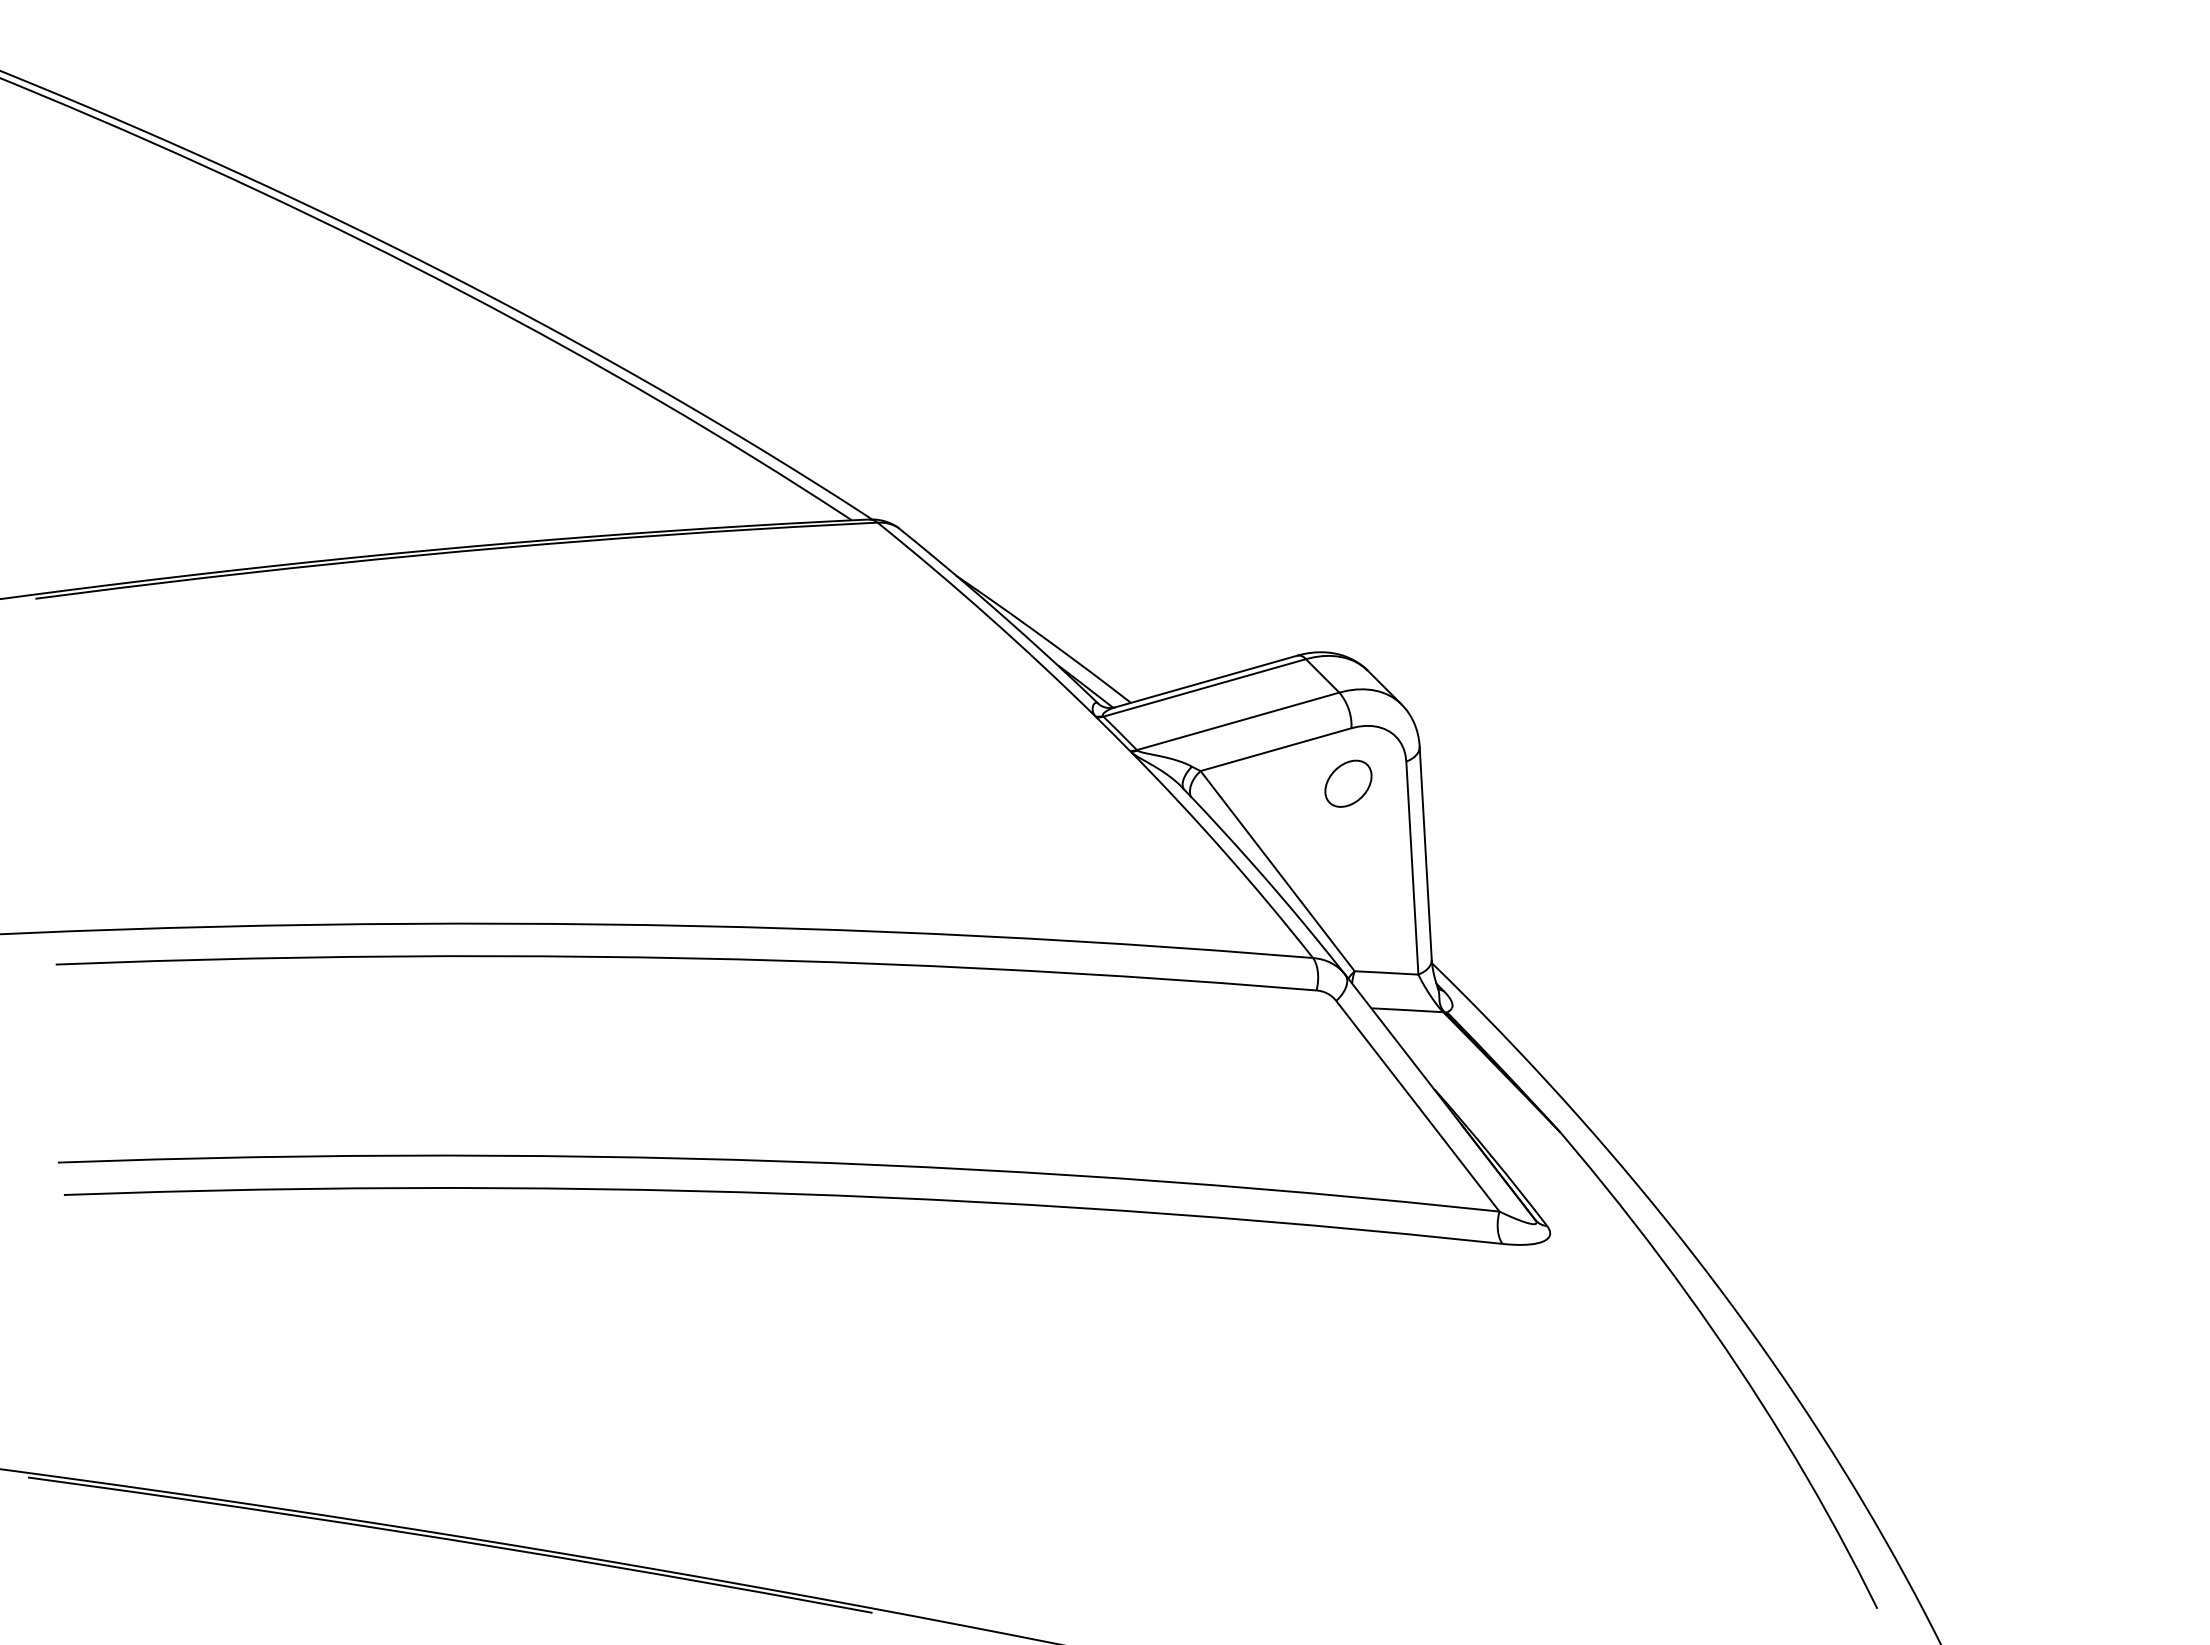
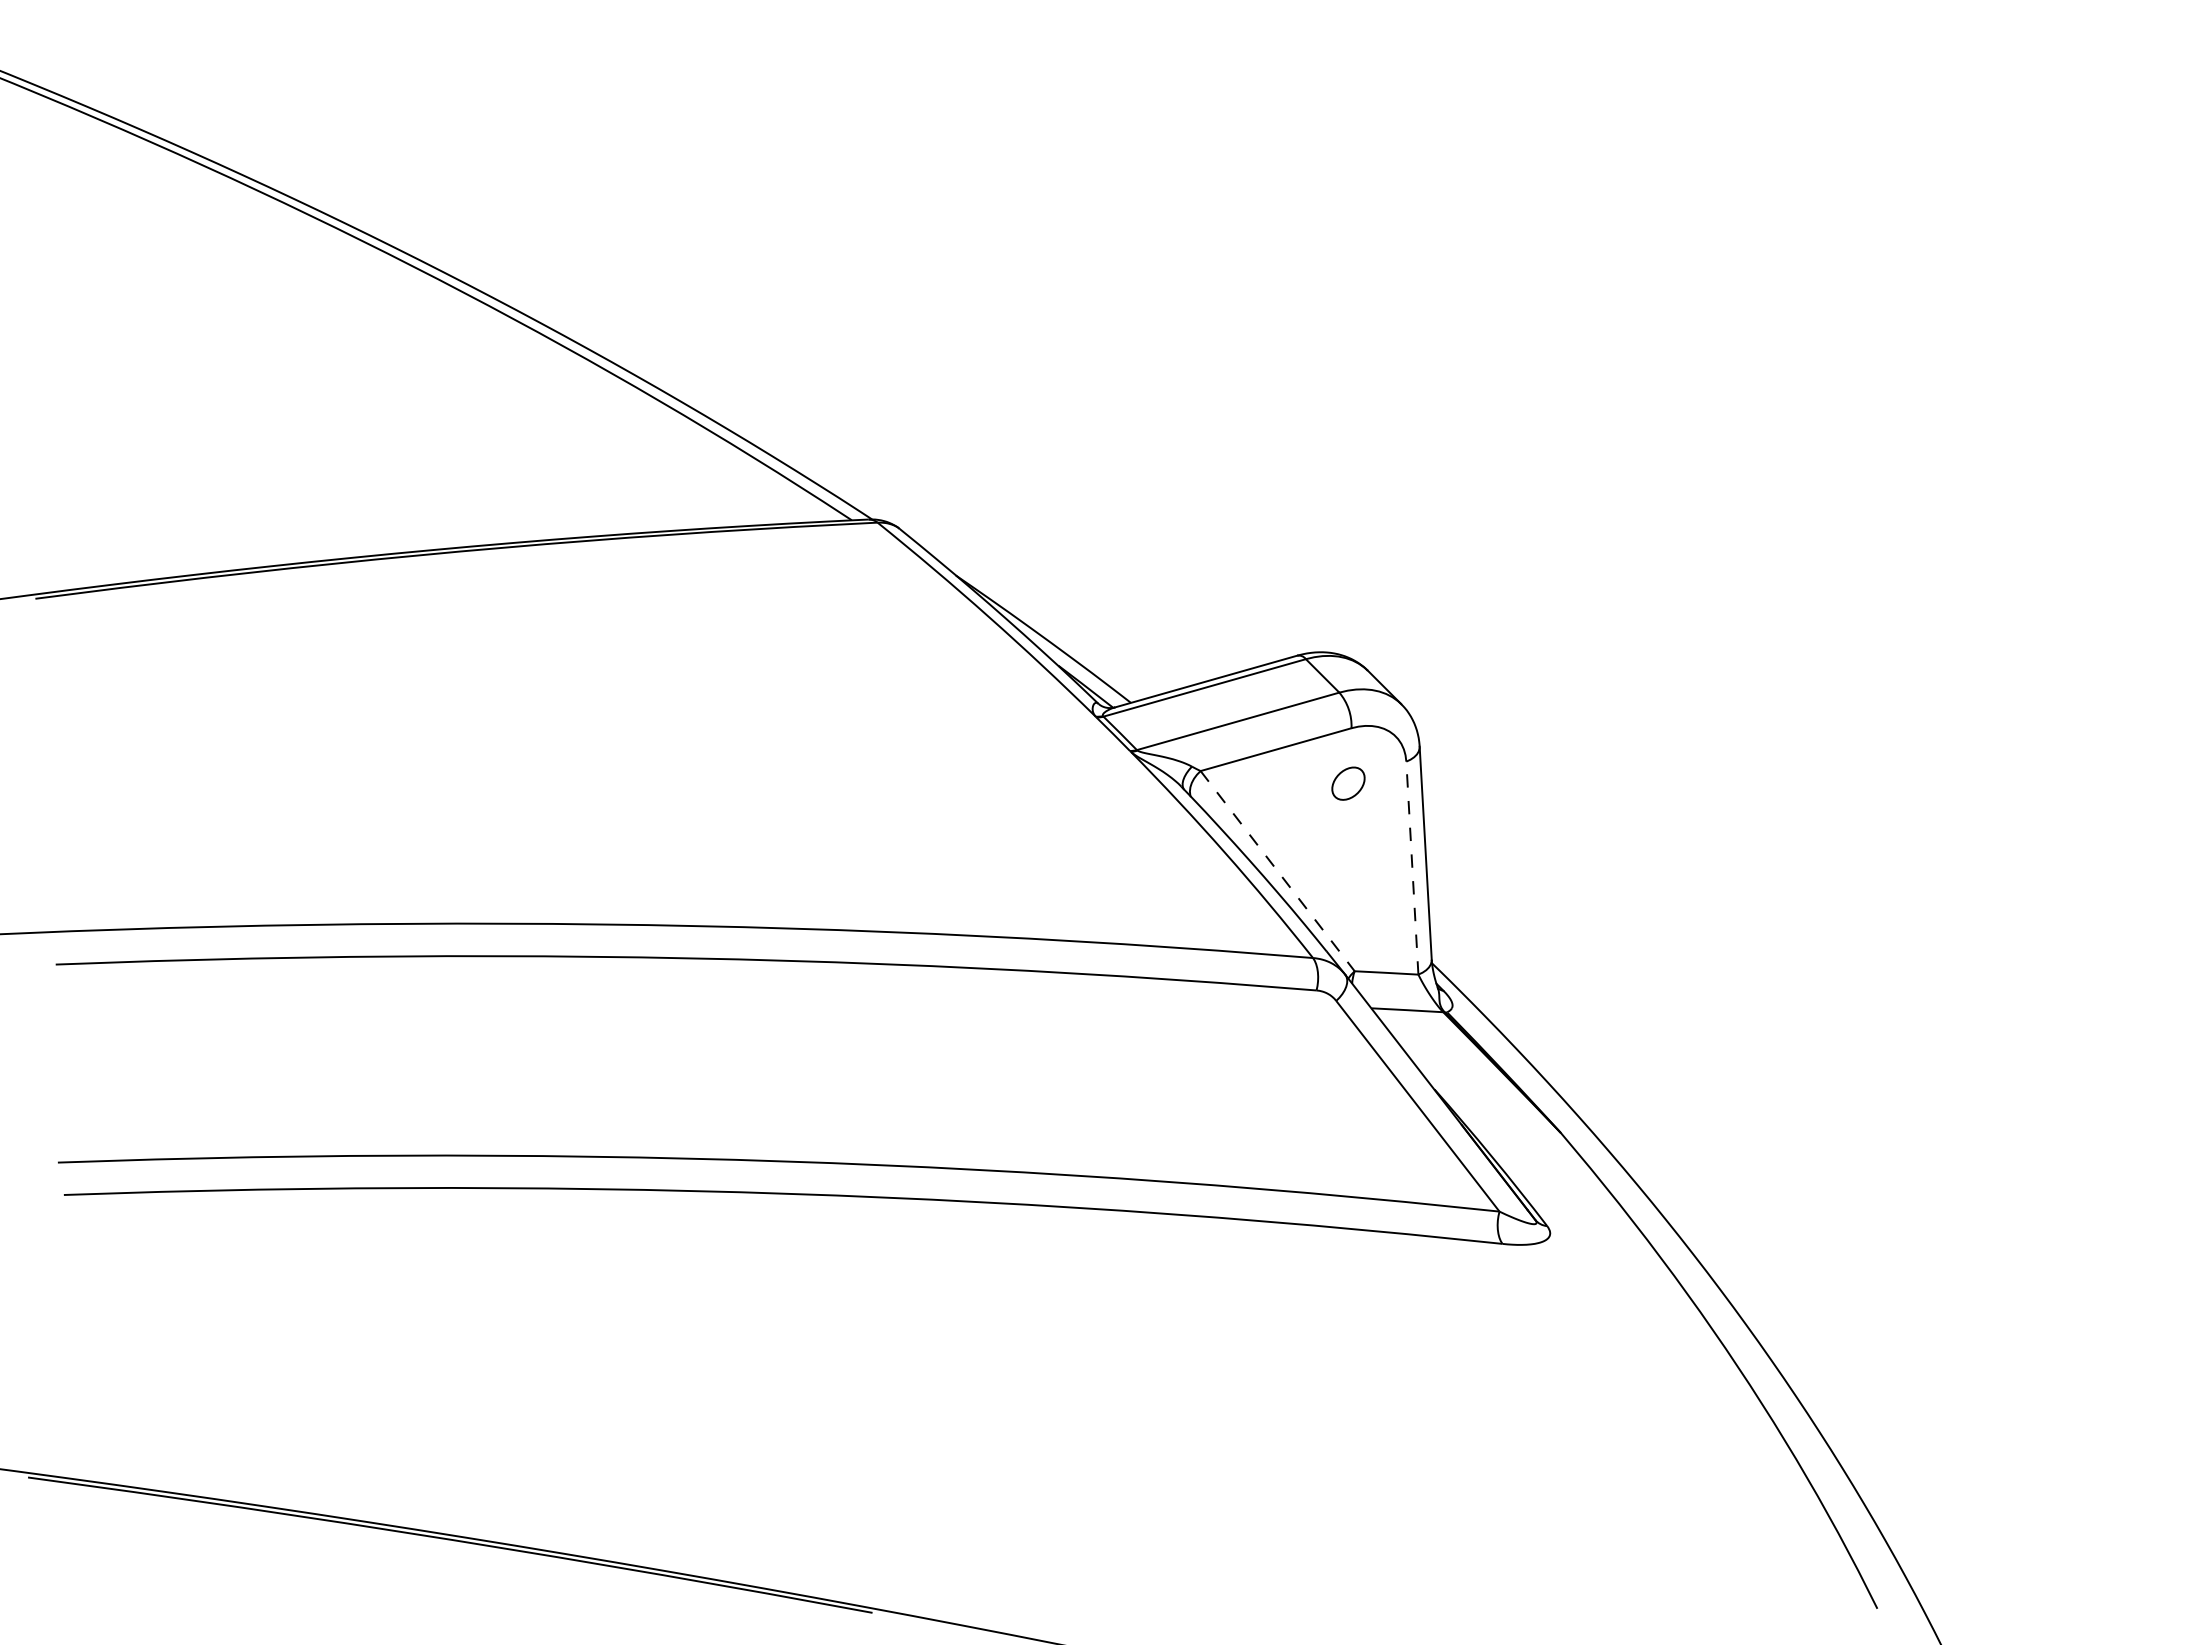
part at (1348, 783) size: 49x49 px -> 35x35 px
line at (1412, 868): solid -> dashed
line at (1277, 871): solid -> dashed
